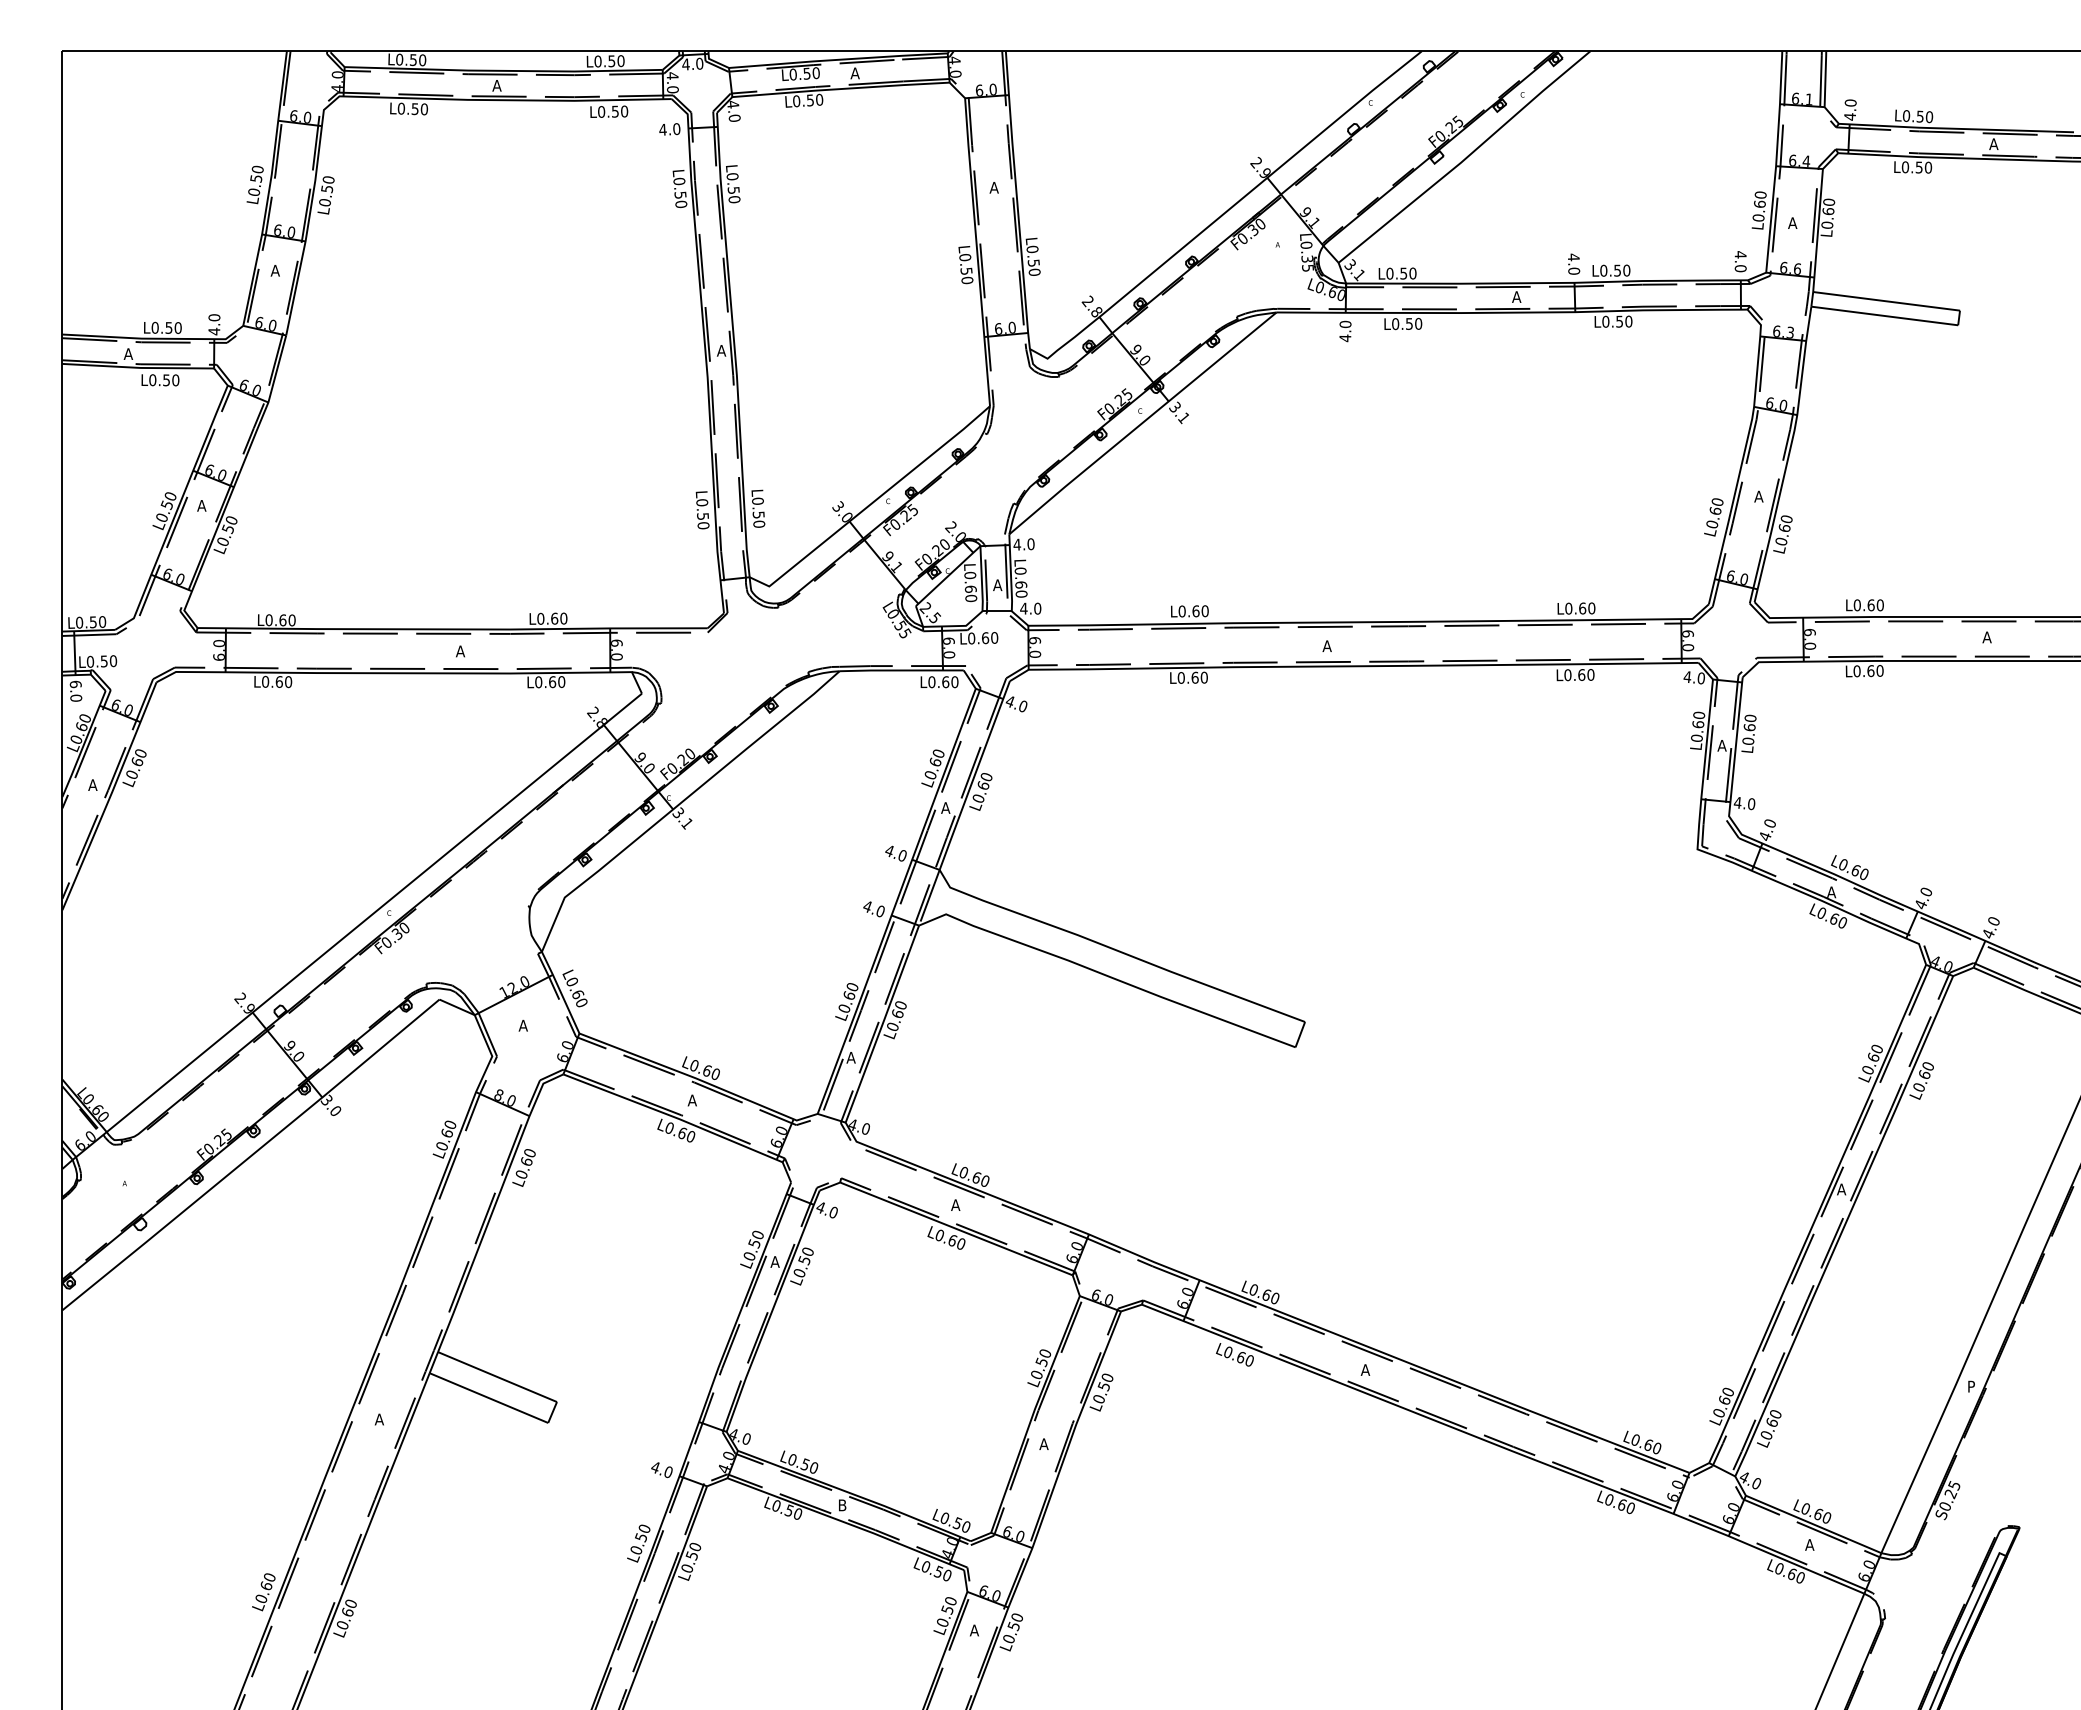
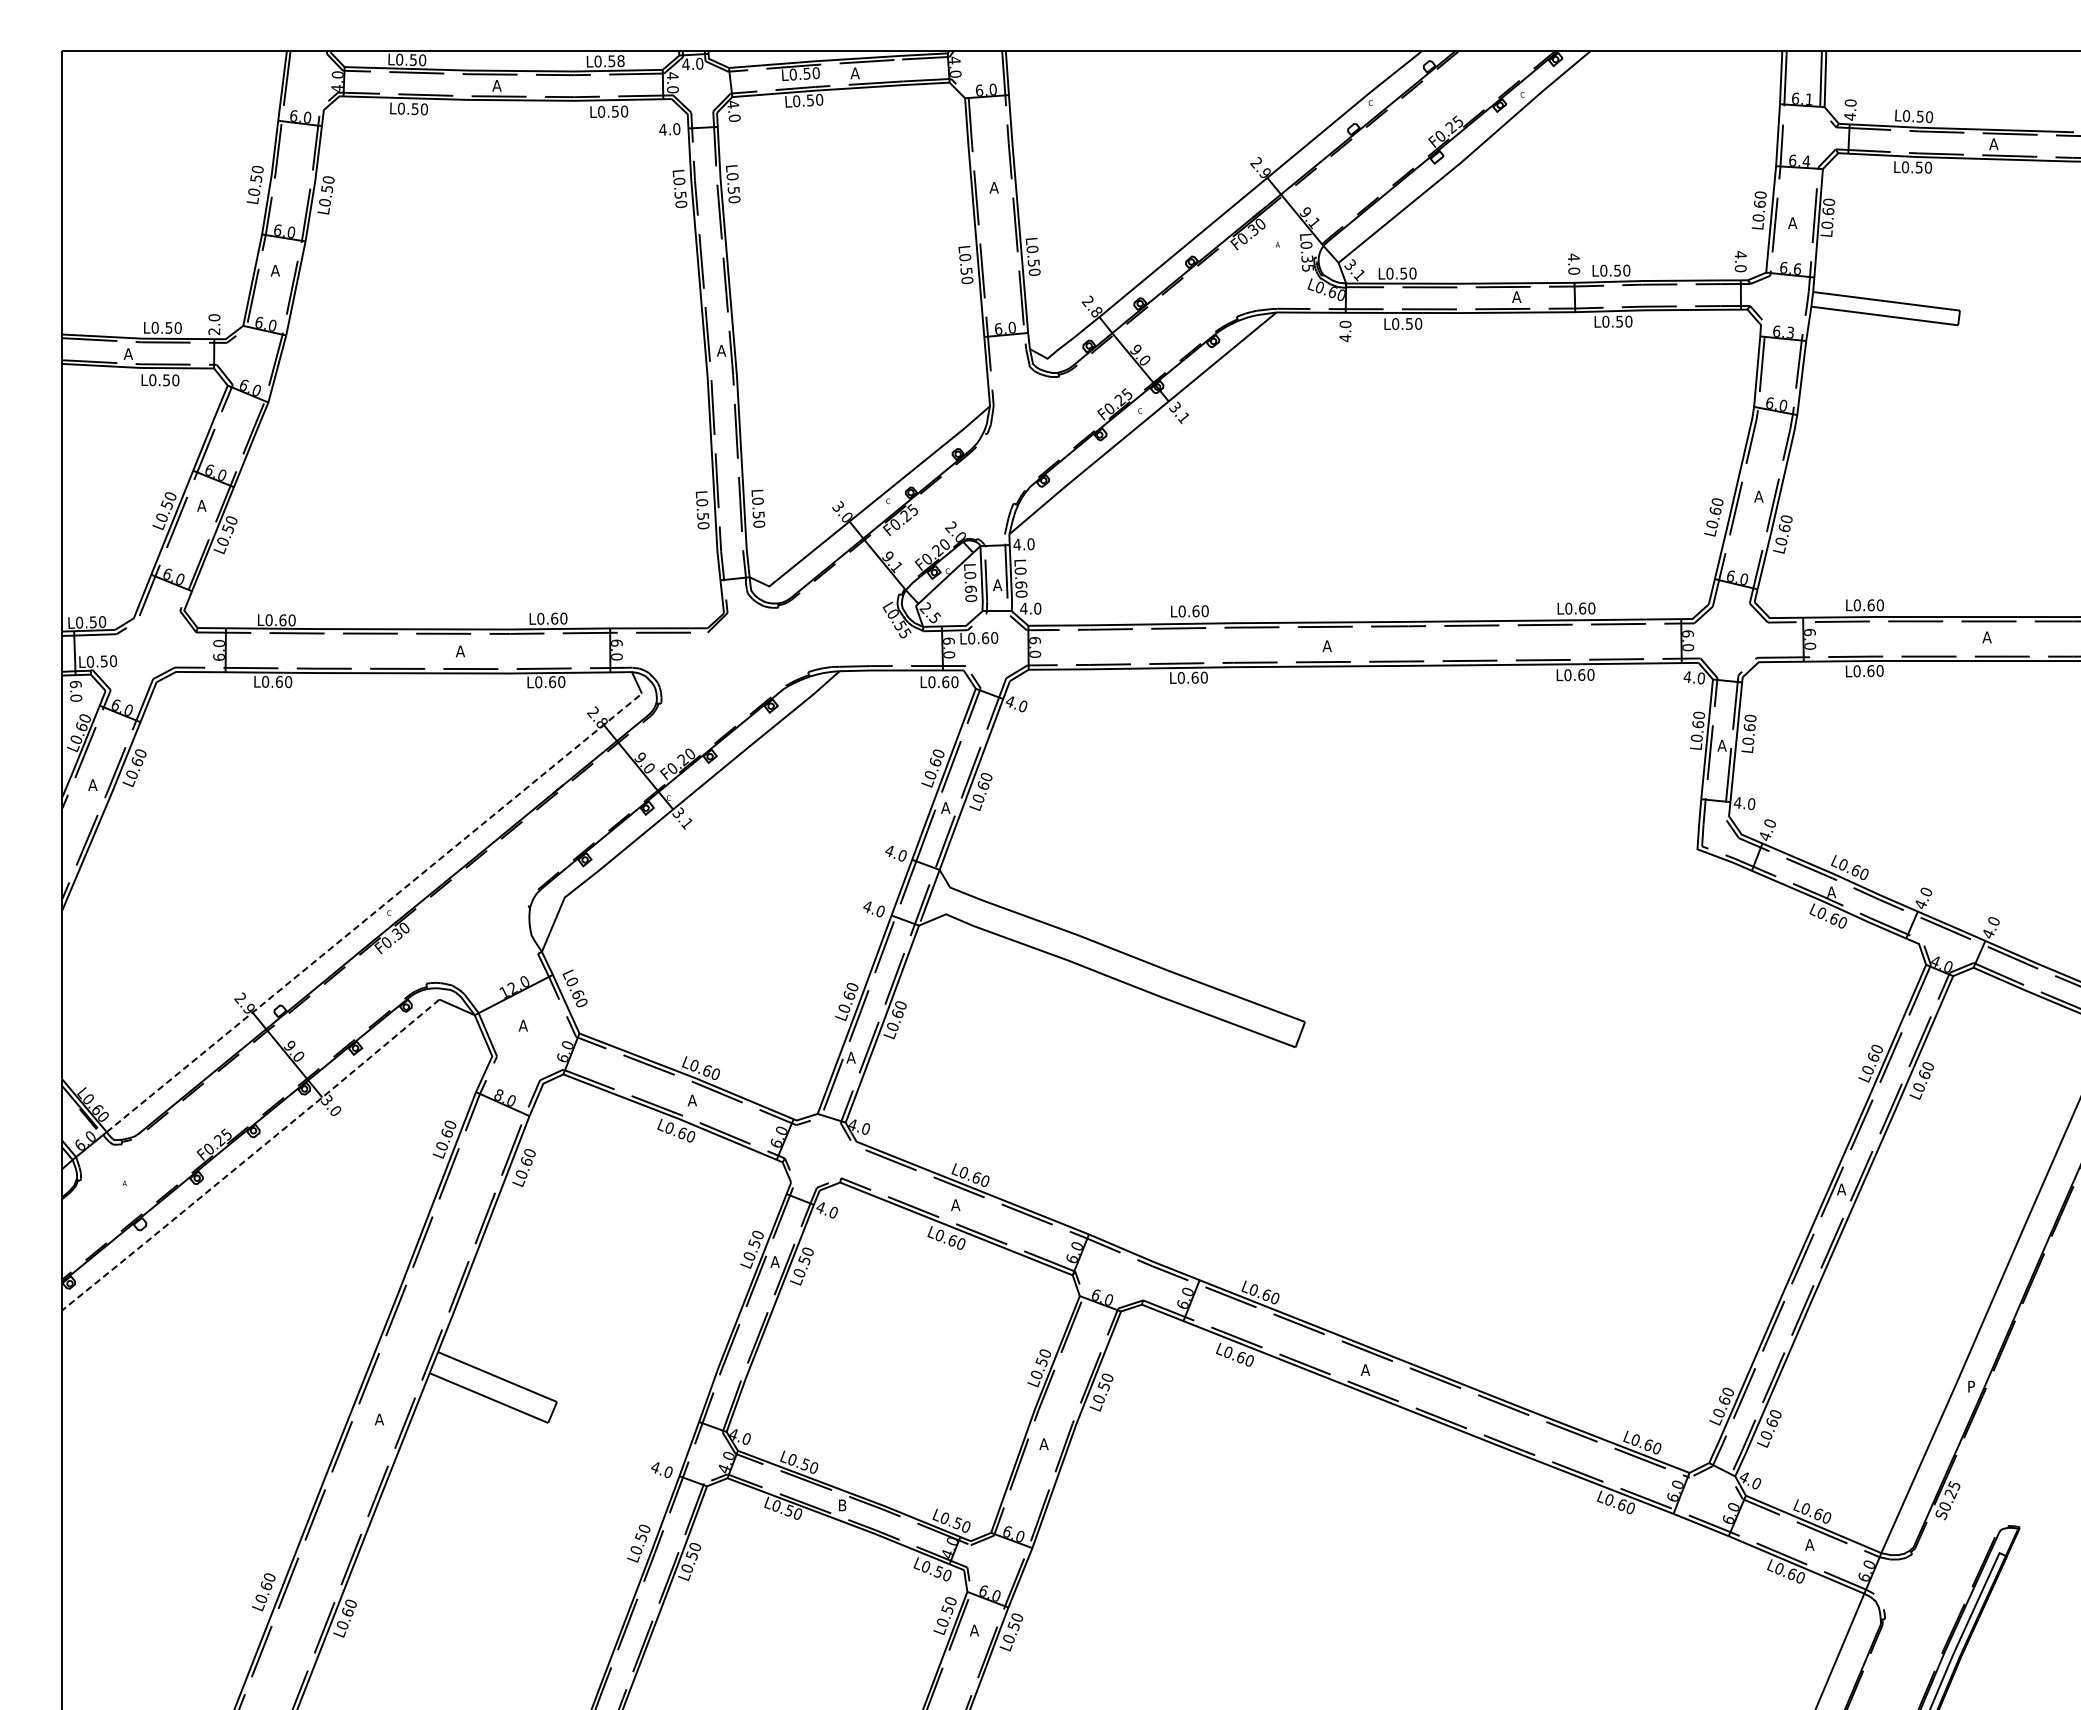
text at (620, 60): L0.50 -> L0.58
text at (214, 331): 4.0 -> 2.0
line at (374, 912): solid -> dashed
line at (251, 1155): solid -> dashed
